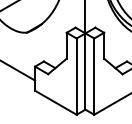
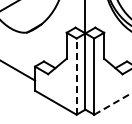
line at (76, 76): solid -> dashed
line at (113, 103): solid -> dashed
